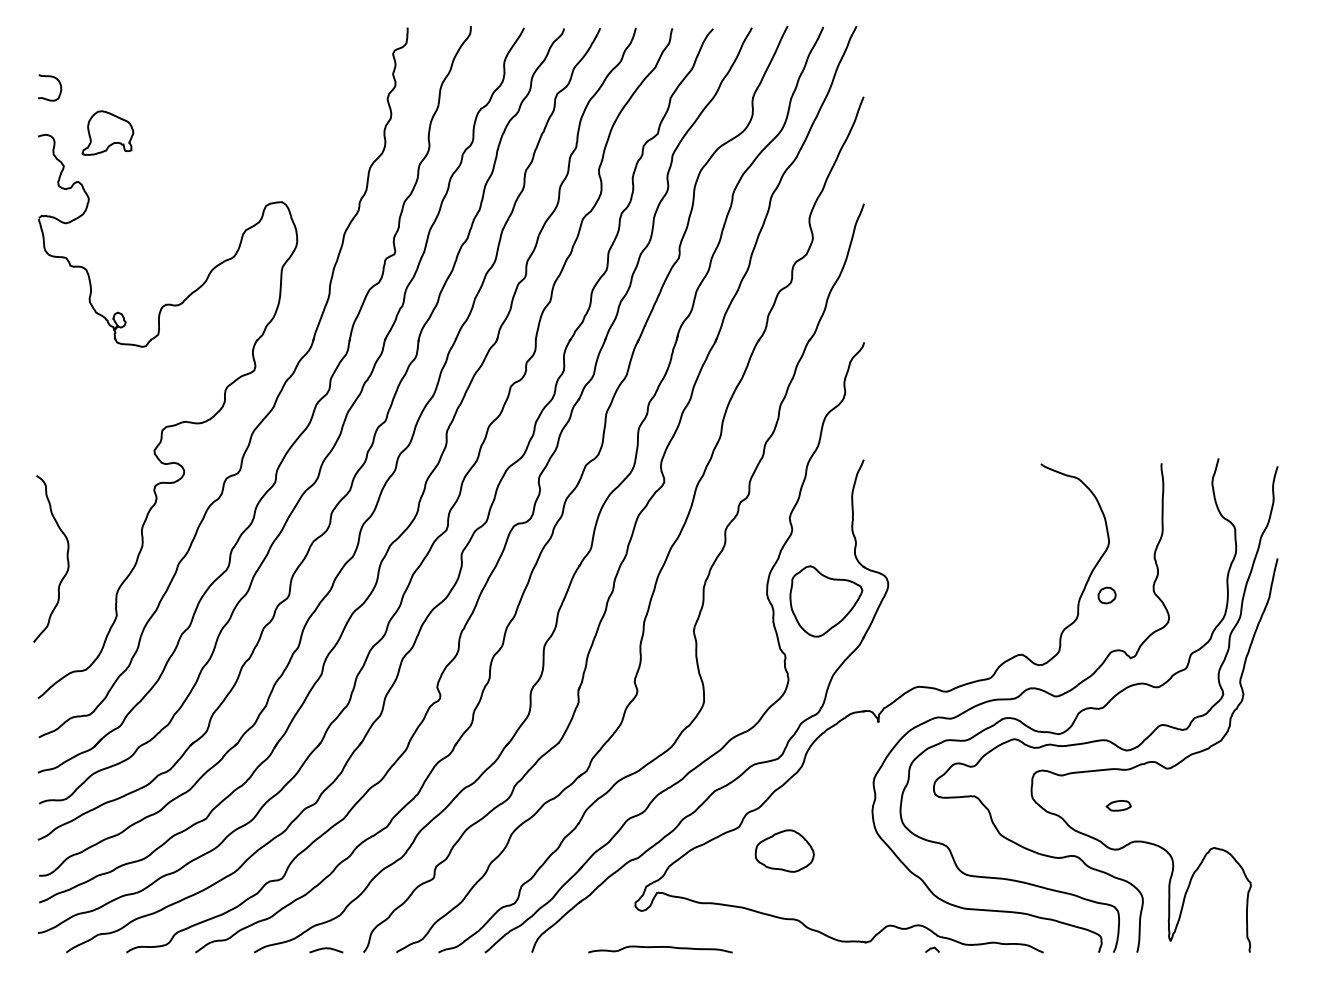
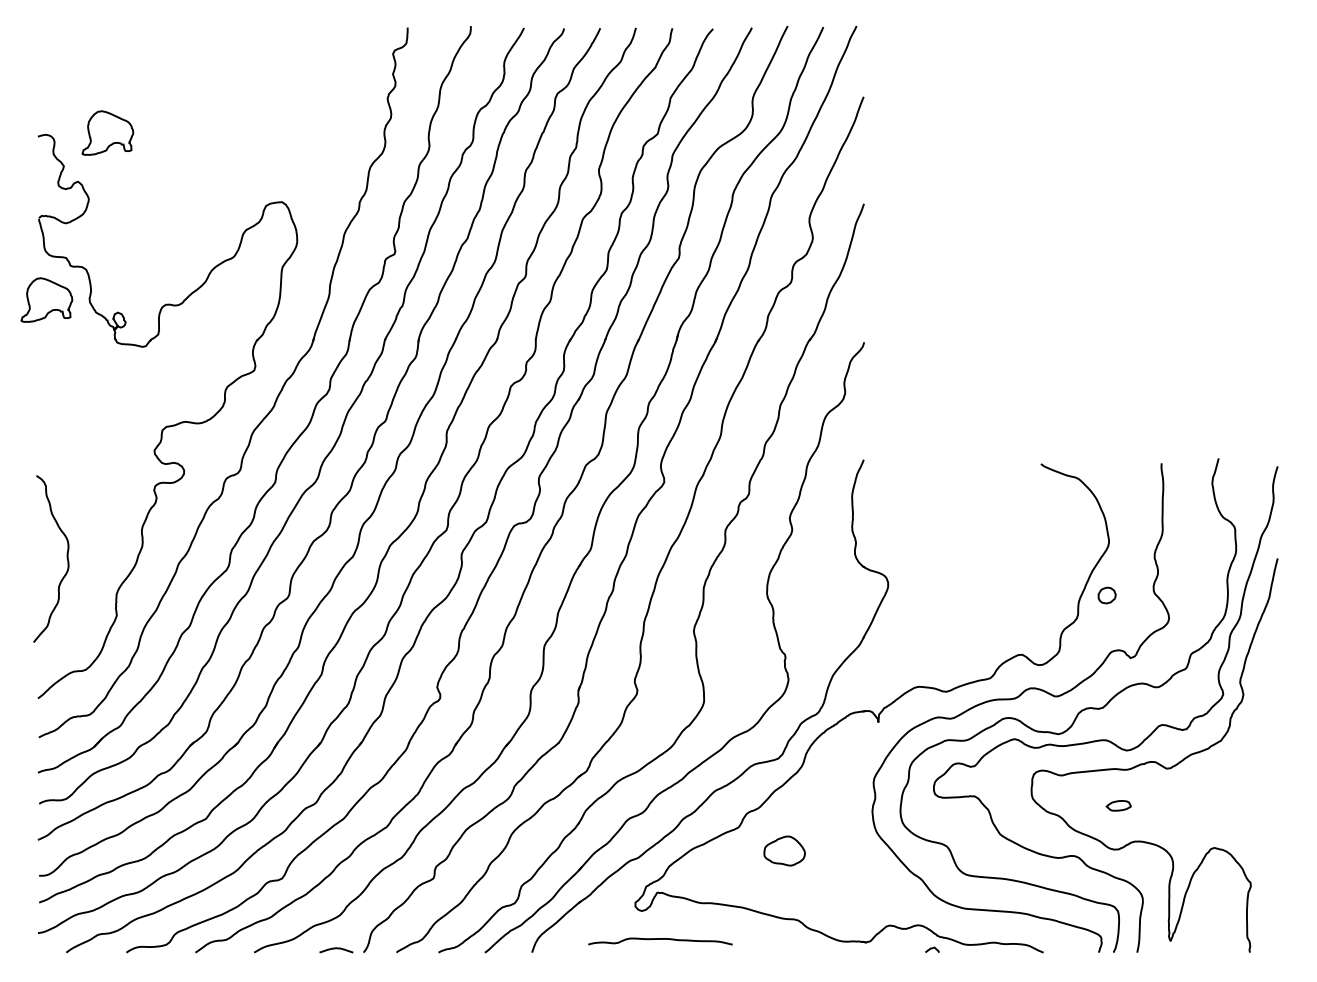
curve at (55, 79): present -> none
part at (46, 299): none -> present
part at (826, 601): present -> none
part at (784, 850) size: 61x44 px -> 43x32 px
curve at (660, 947) position: (660, 947) -> (660, 939)
curve at (326, 949) position: (326, 949) -> (336, 949)
